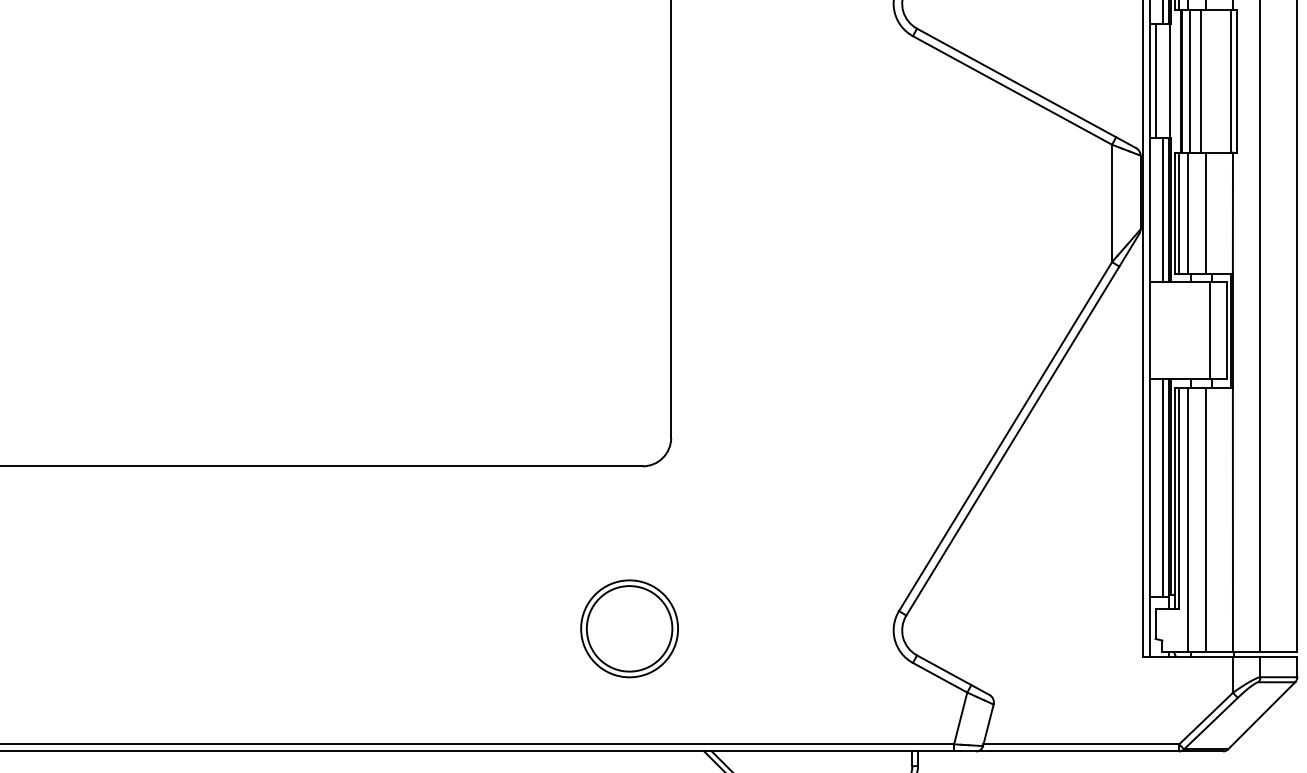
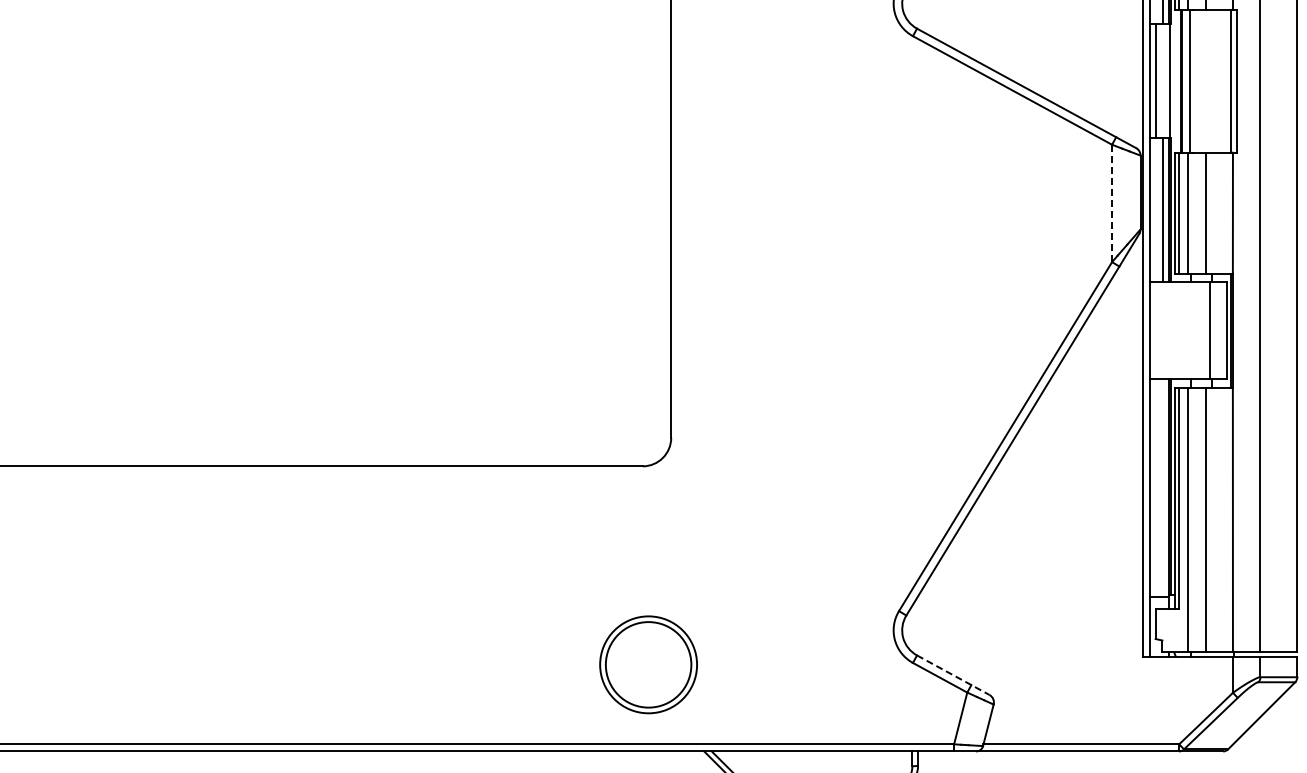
line at (1200, 81): present -> none
line at (1112, 203): solid -> dashed
line at (1163, 488): present -> none
part at (629, 628) position: (629, 628) -> (648, 664)
line at (953, 675): solid -> dashed
